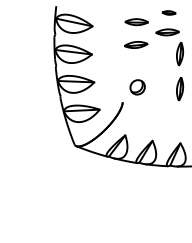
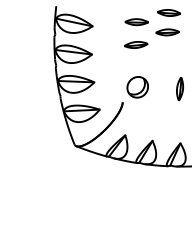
part at (168, 12) size: 16x6 px -> 24x8 px
part at (179, 54): present -> none
part at (137, 87) size: 17x17 px -> 23x23 px
